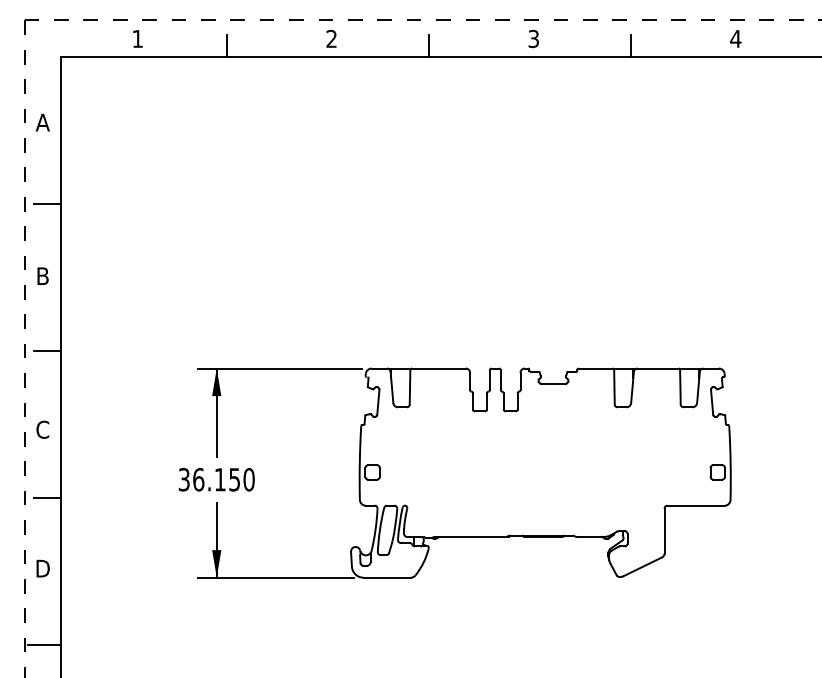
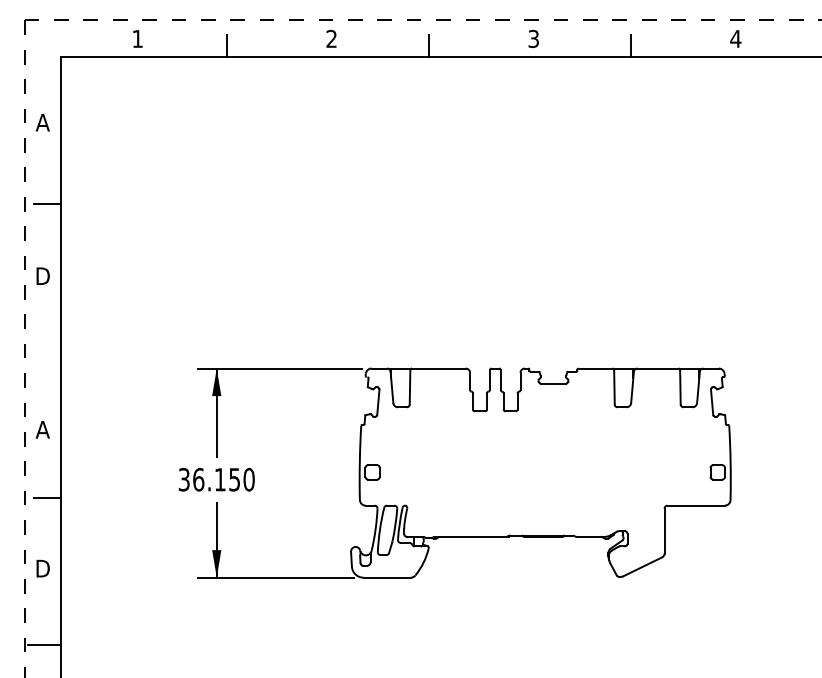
text at (42, 275): B -> D
line at (47, 351): present -> none
text at (42, 429): C -> A
